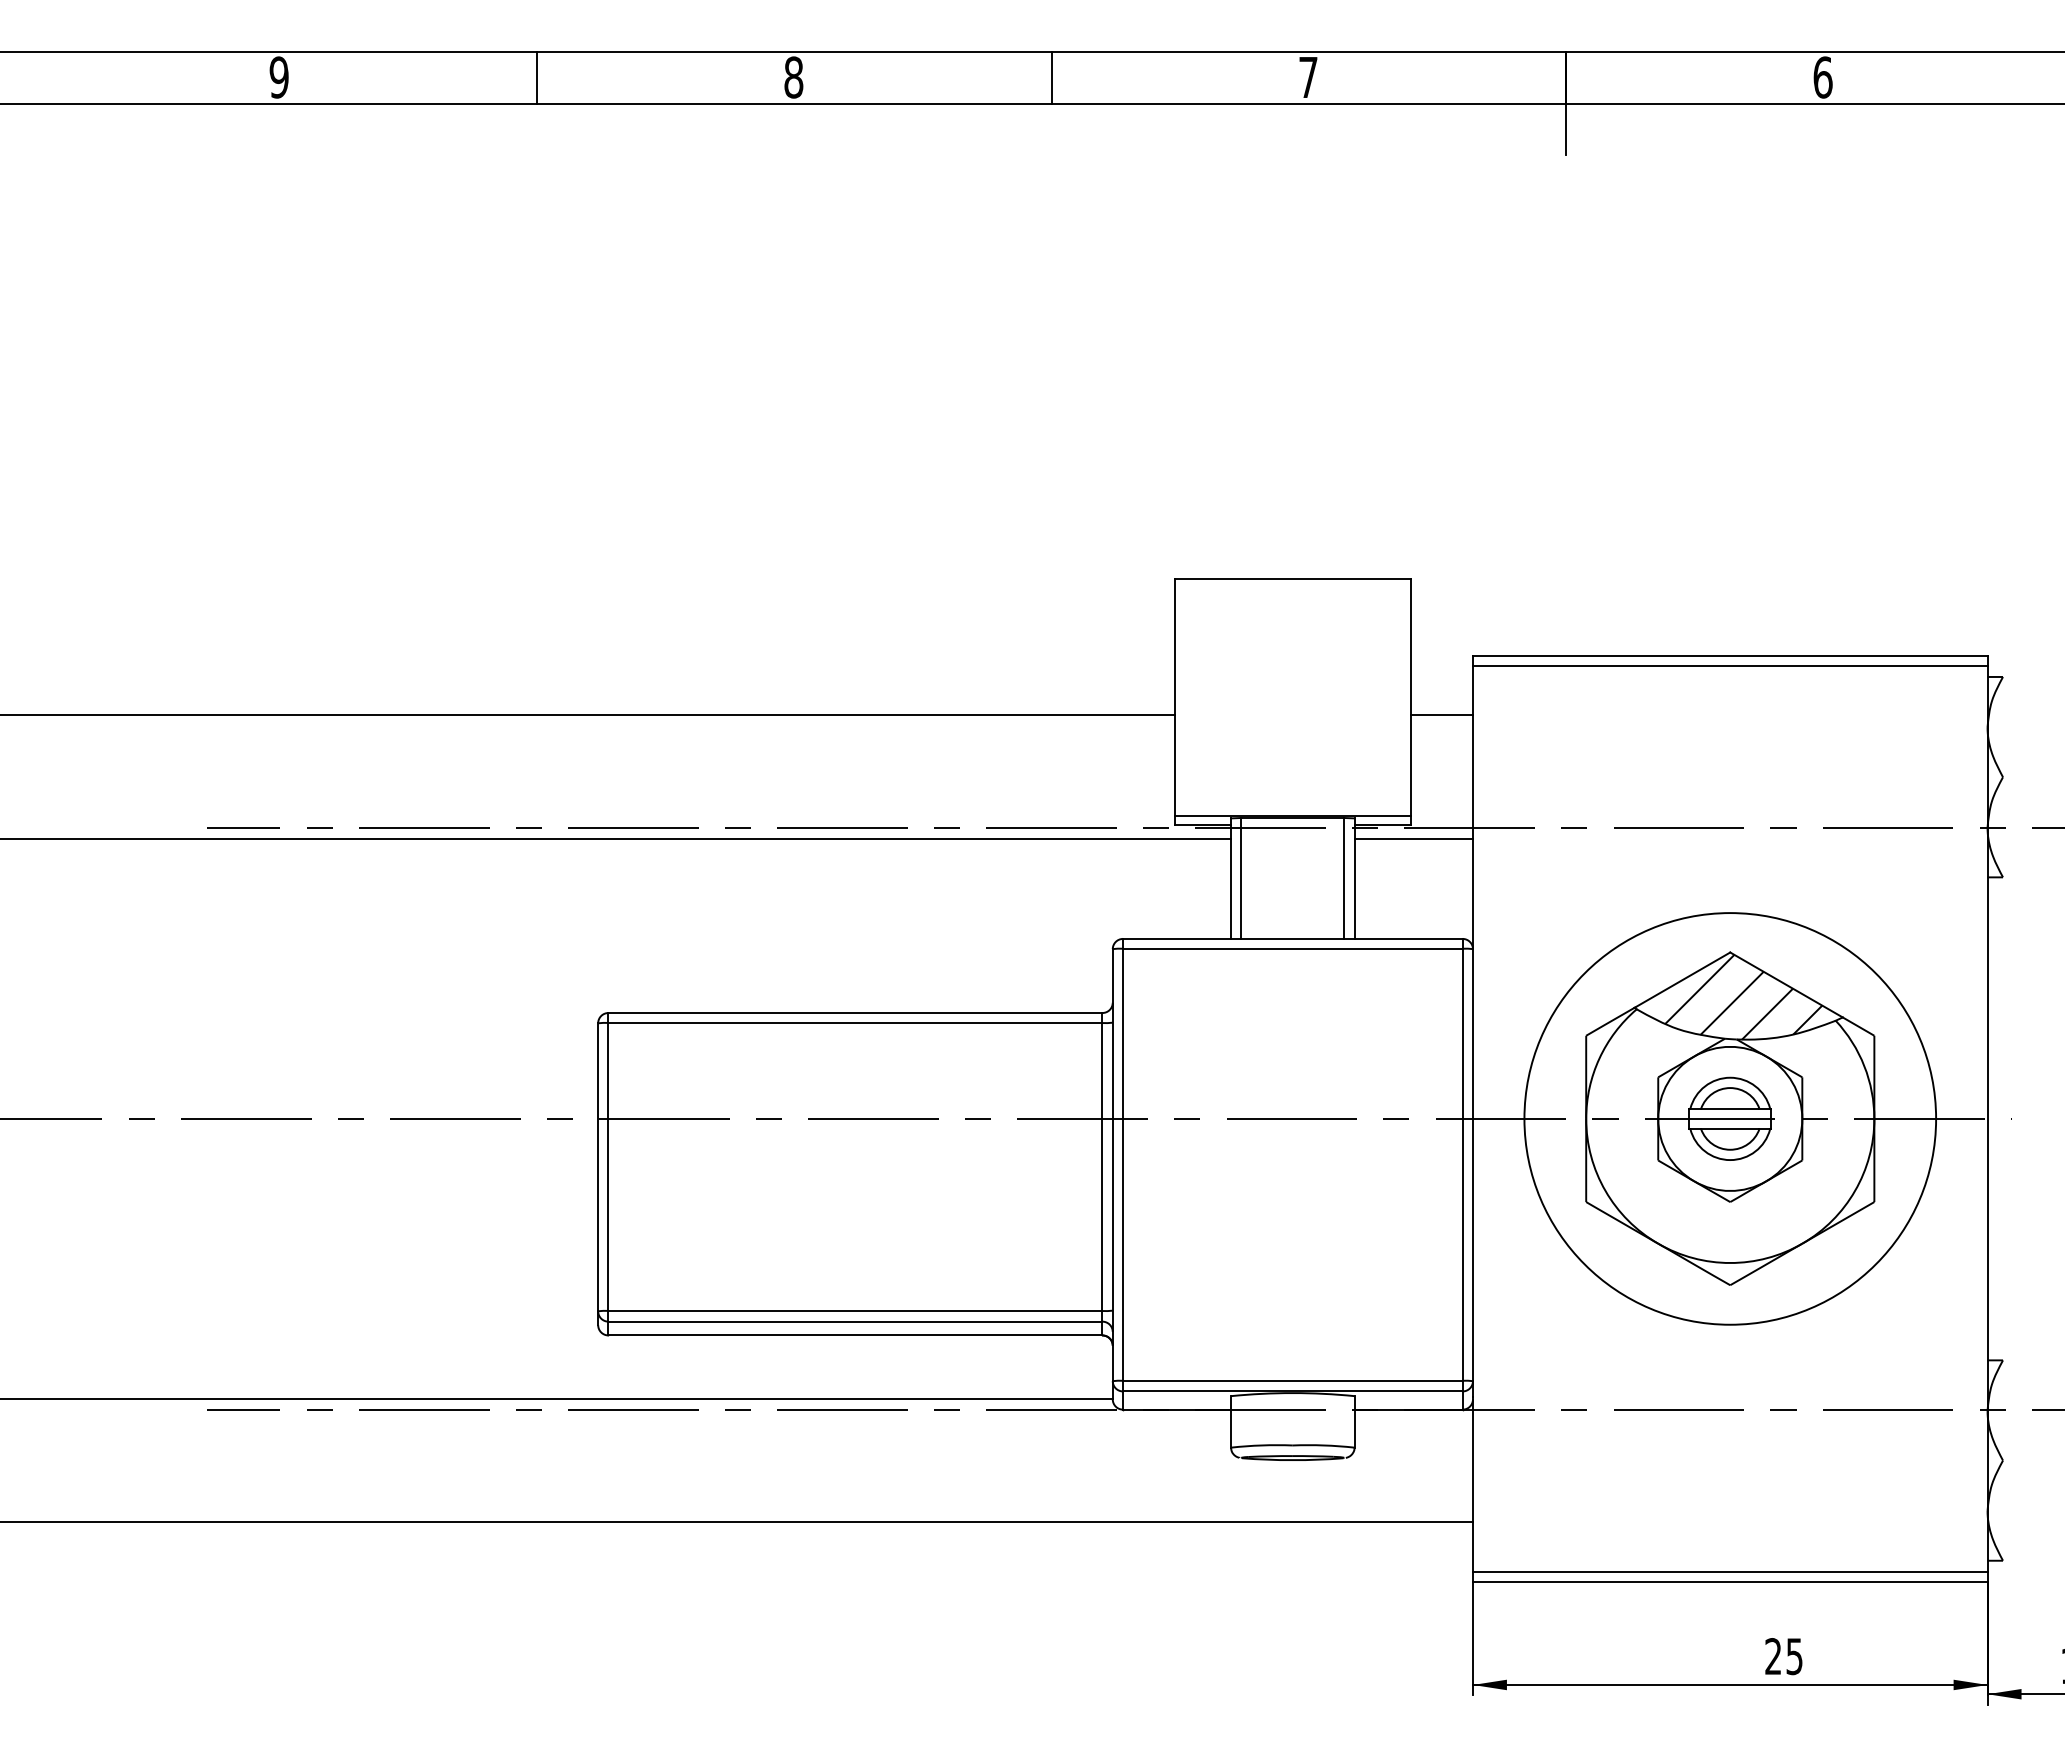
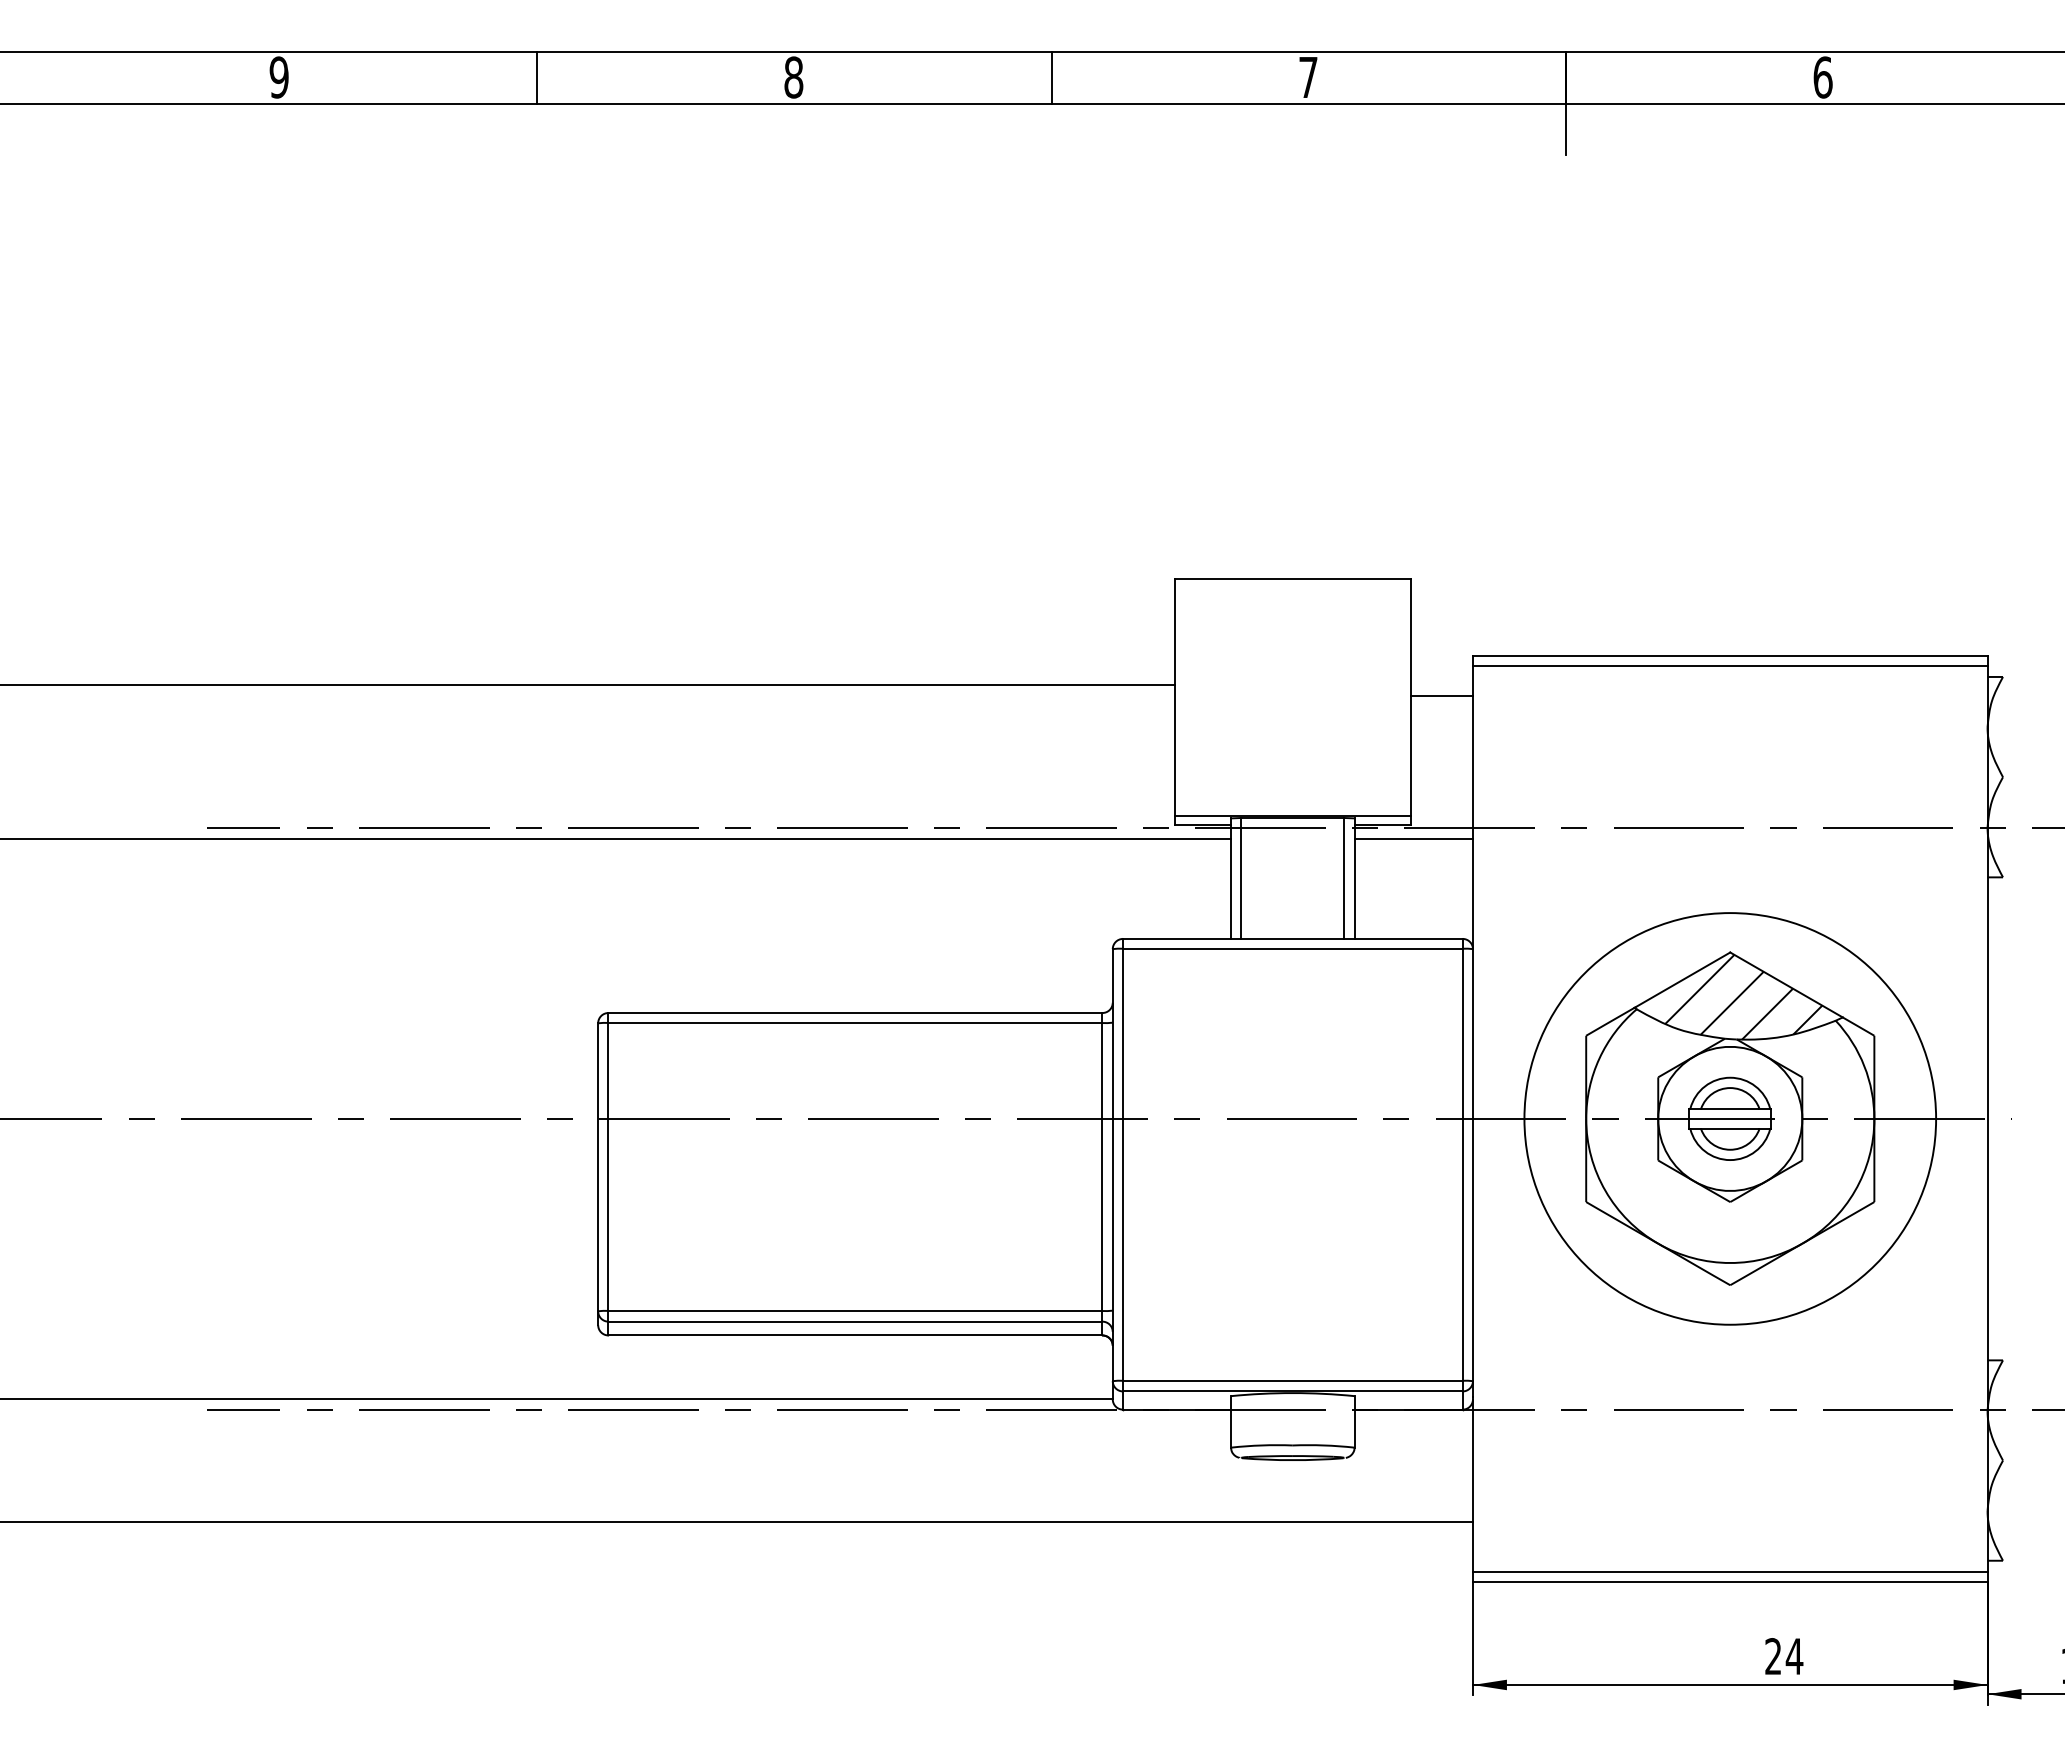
line at (588, 715) position: (588, 715) -> (588, 685)
line at (1441, 715) position: (1441, 715) -> (1441, 696)
text at (1794, 1656): 25 -> 24
